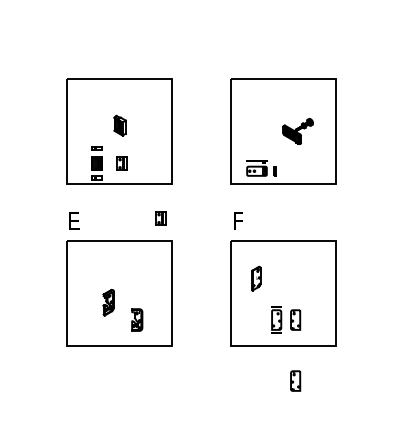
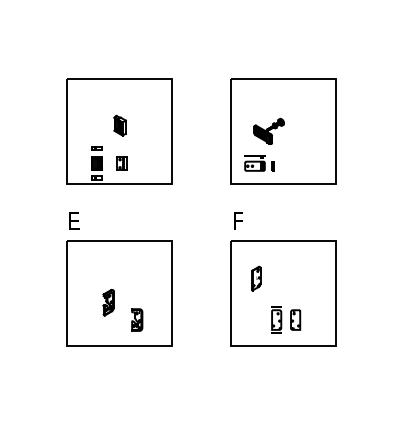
part at (297, 130) position: (297, 130) -> (268, 130)
part at (261, 168) position: (261, 168) -> (259, 163)
part at (160, 218): present -> none
part at (295, 380): present -> none
